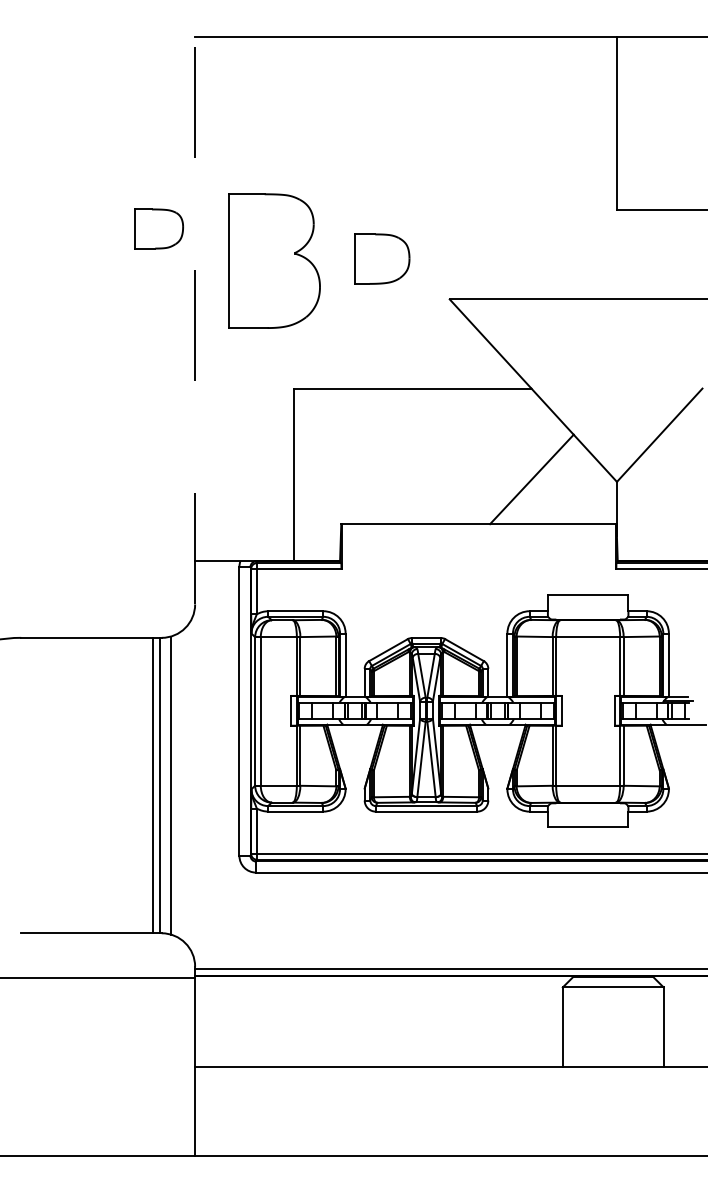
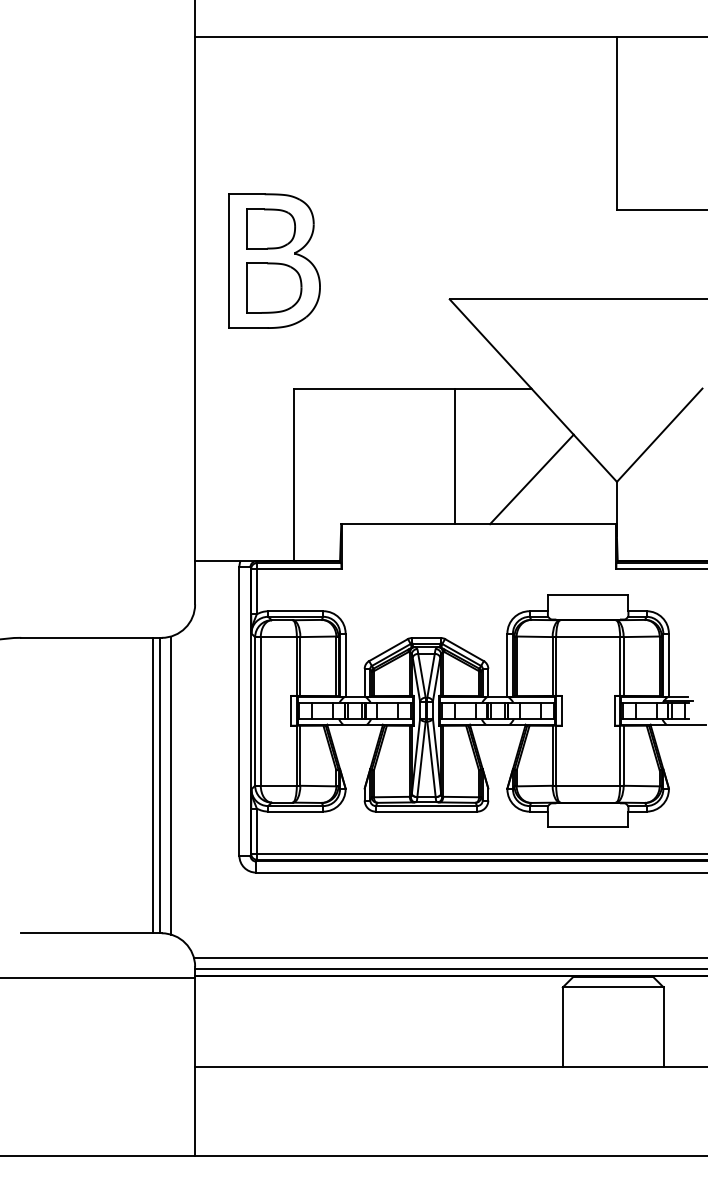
part at (158, 228) position: (158, 228) -> (270, 228)
part at (382, 258) position: (382, 258) -> (274, 287)
line at (195, 302): dashed -> solid
line at (455, 456): none -> present
line at (449, 958): none -> present
